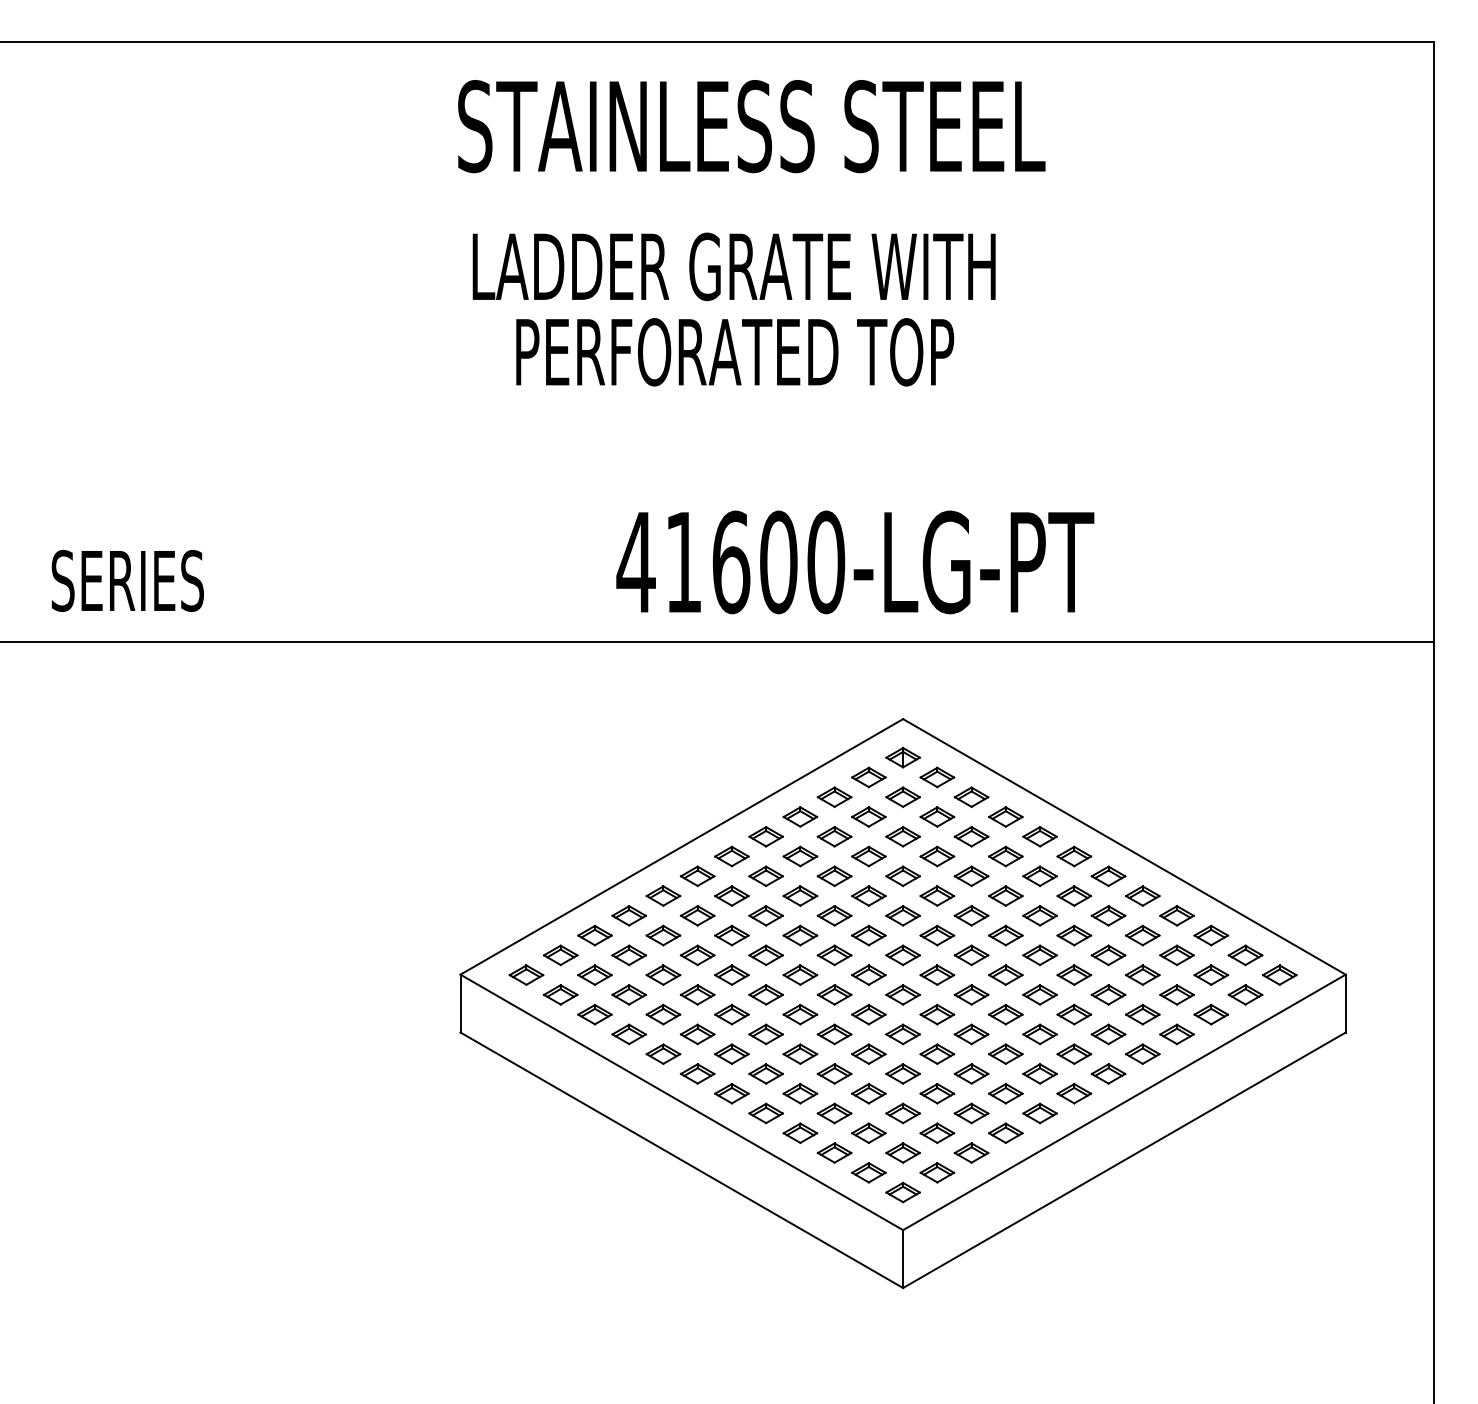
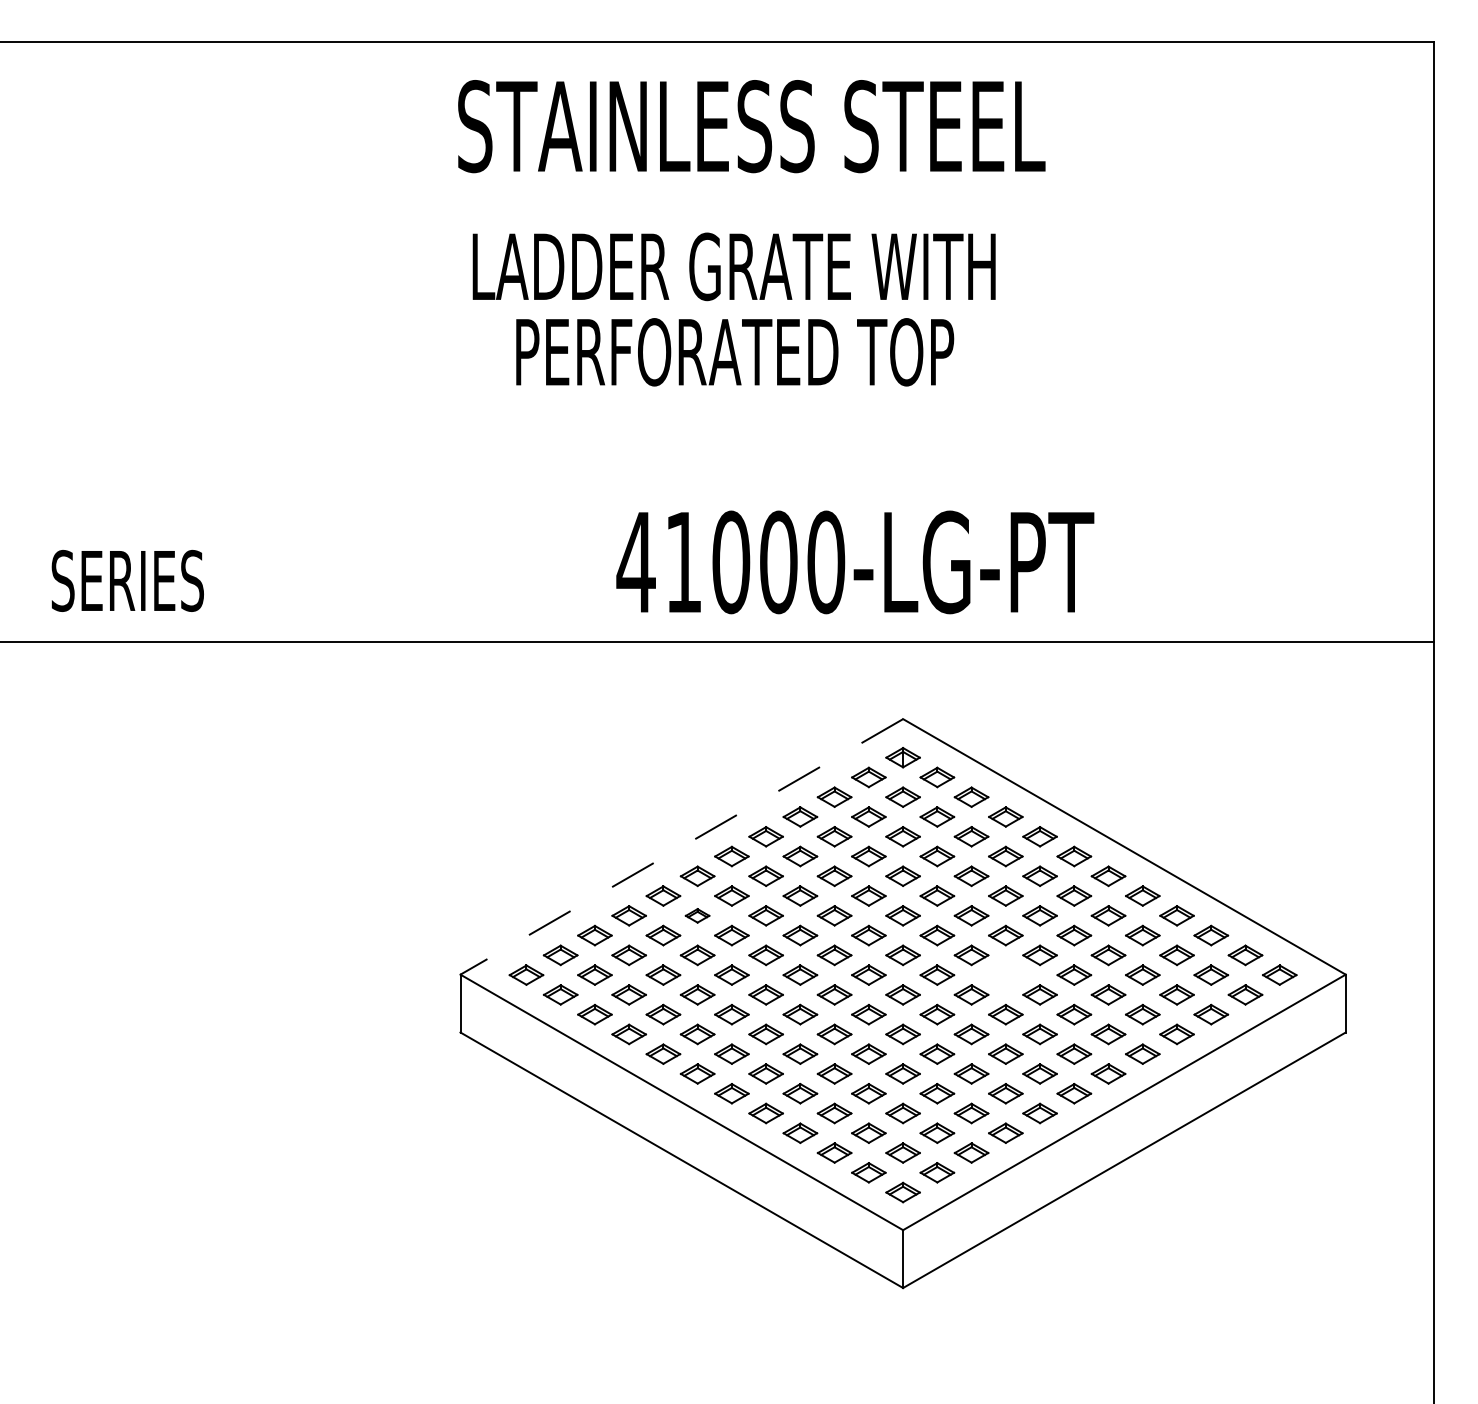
text at (731, 562): 41600-LG-PT -> 41000-LG-PT
line at (681, 846): solid -> dashed
part at (697, 915) size: 37x22 px -> 27x16 px
part at (1005, 974): present -> none
